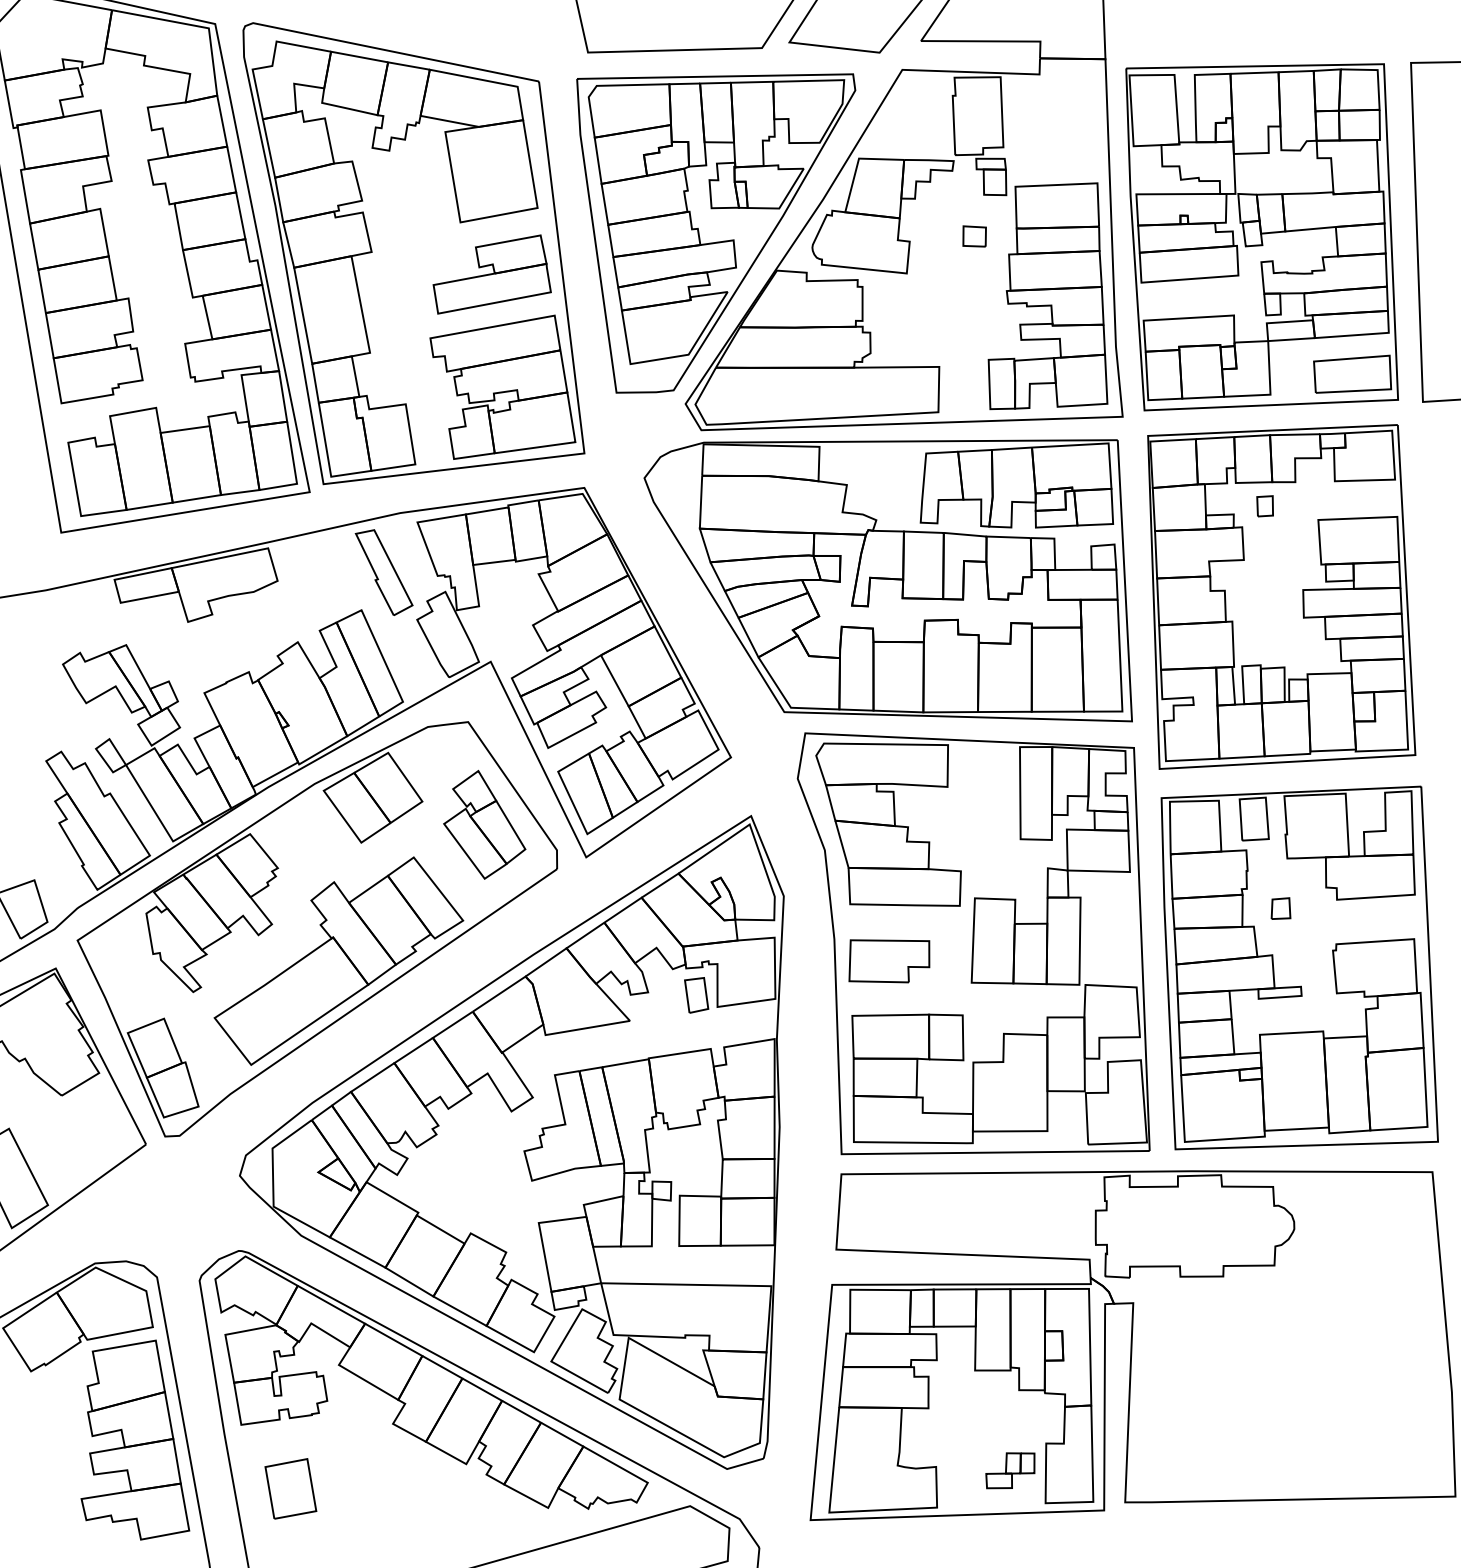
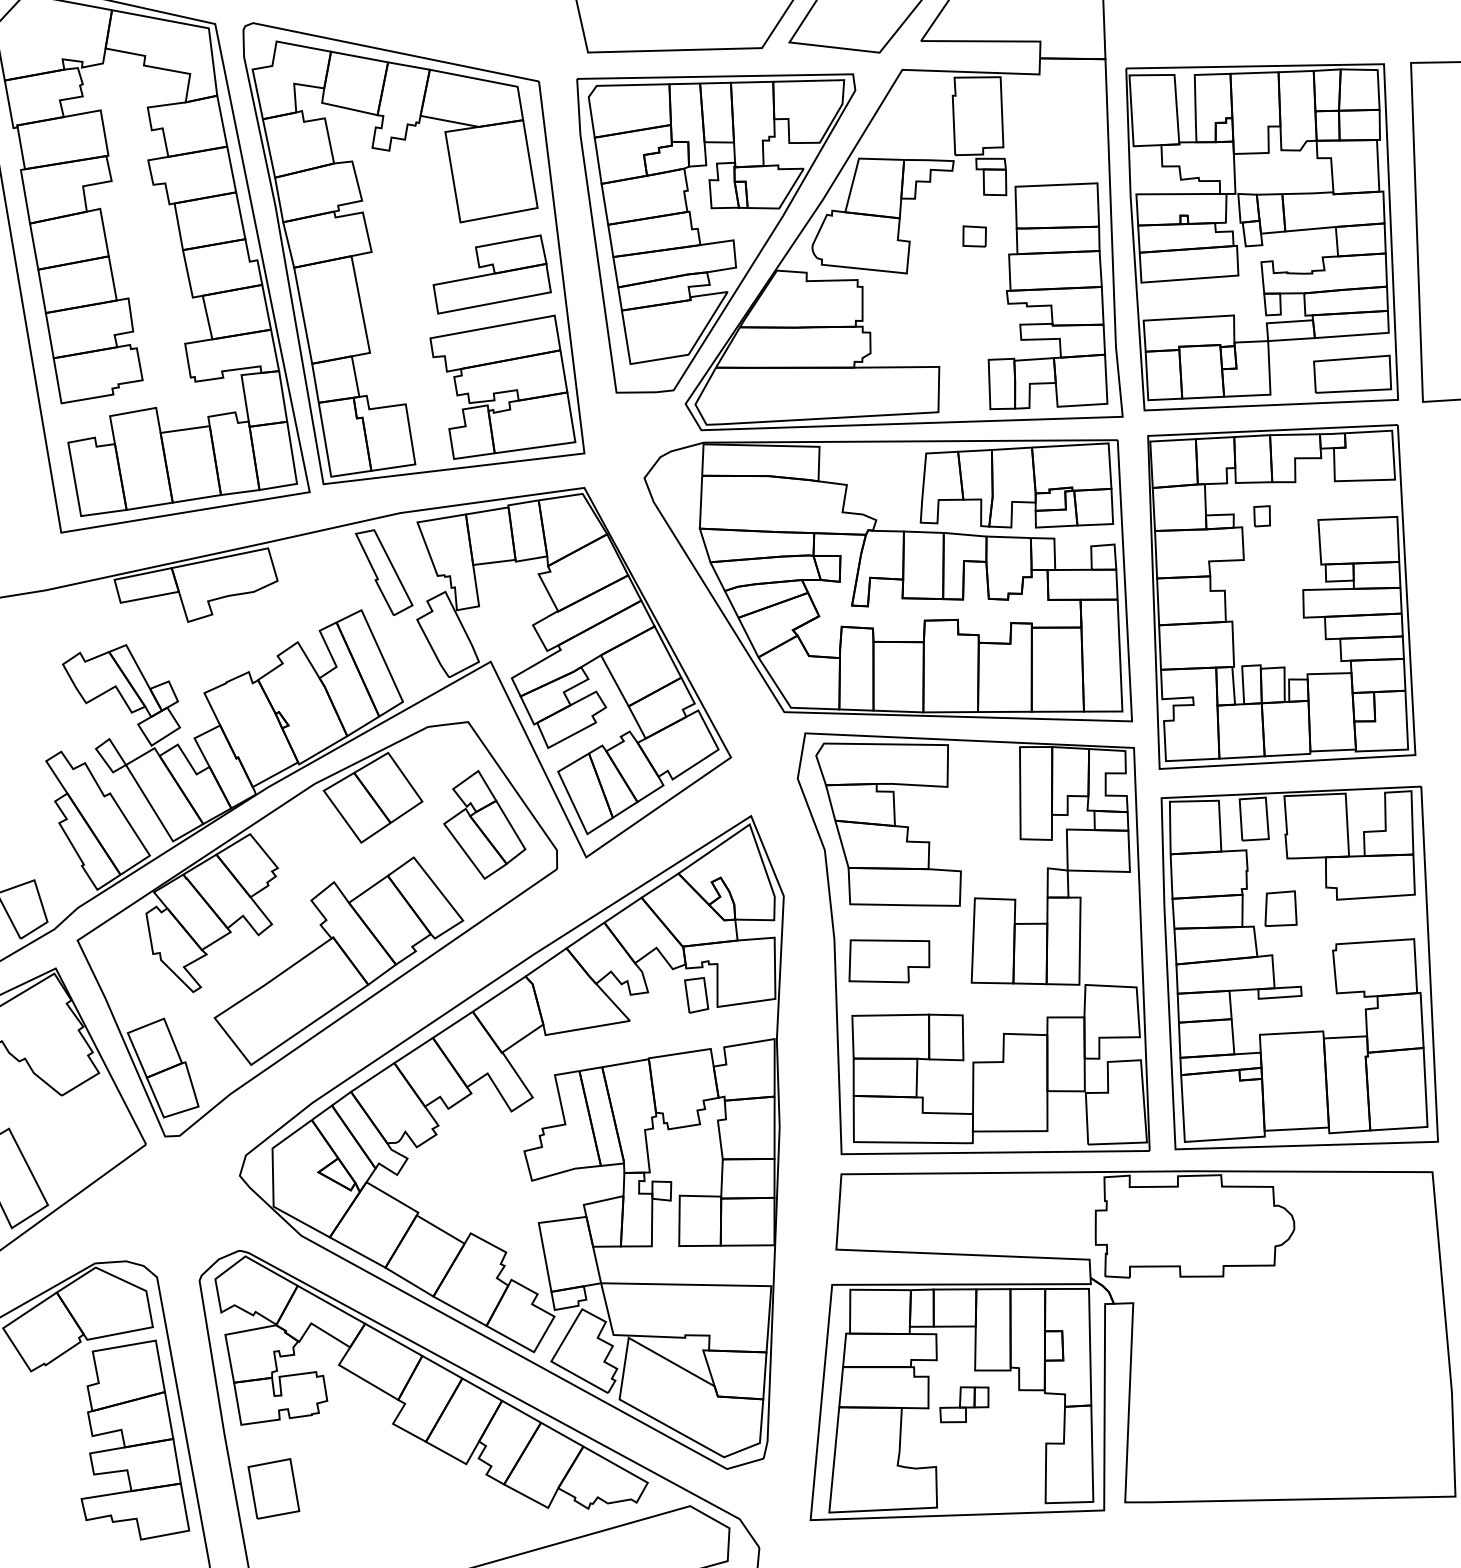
part at (1264, 506) position: (1264, 506) -> (1261, 516)
part at (1280, 908) size: 22x23 px -> 34x37 px
part at (1010, 1470) position: (1010, 1470) -> (964, 1404)
part at (290, 1488) position: (290, 1488) -> (273, 1488)
